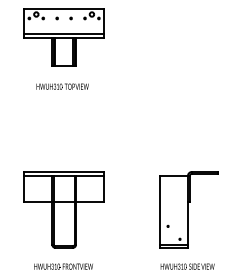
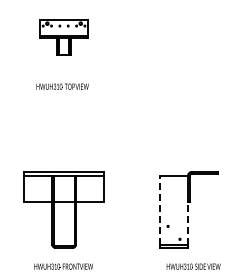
part at (63, 37) size: 82x59 px -> 50x37 px
line at (160, 209): solid -> dashed
line at (187, 223): solid -> dashed
text at (187, 266) position: (187, 266) -> (193, 266)
